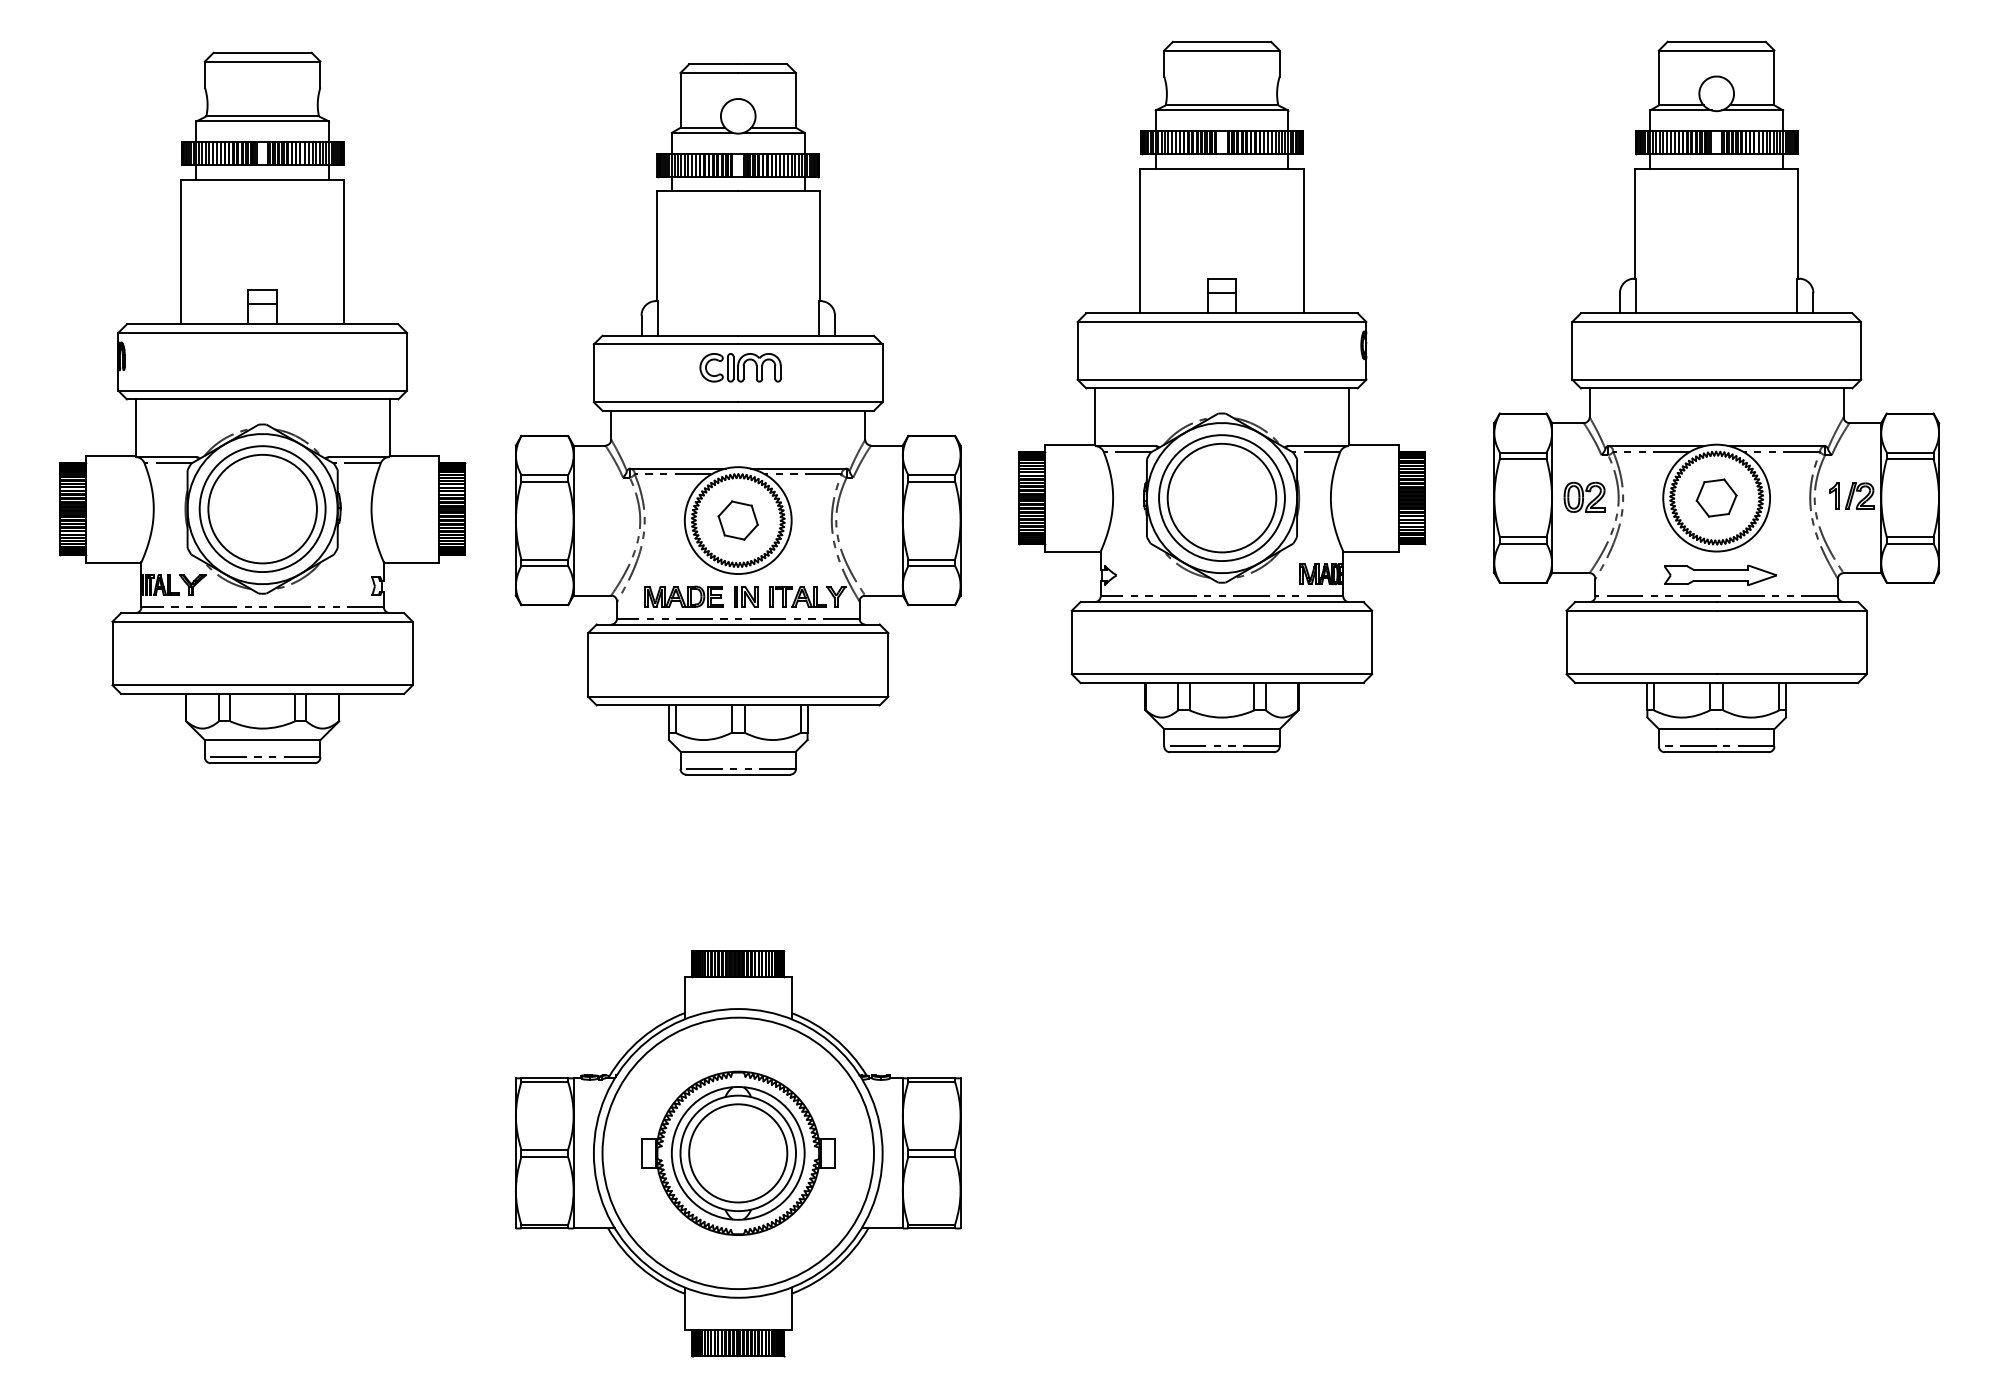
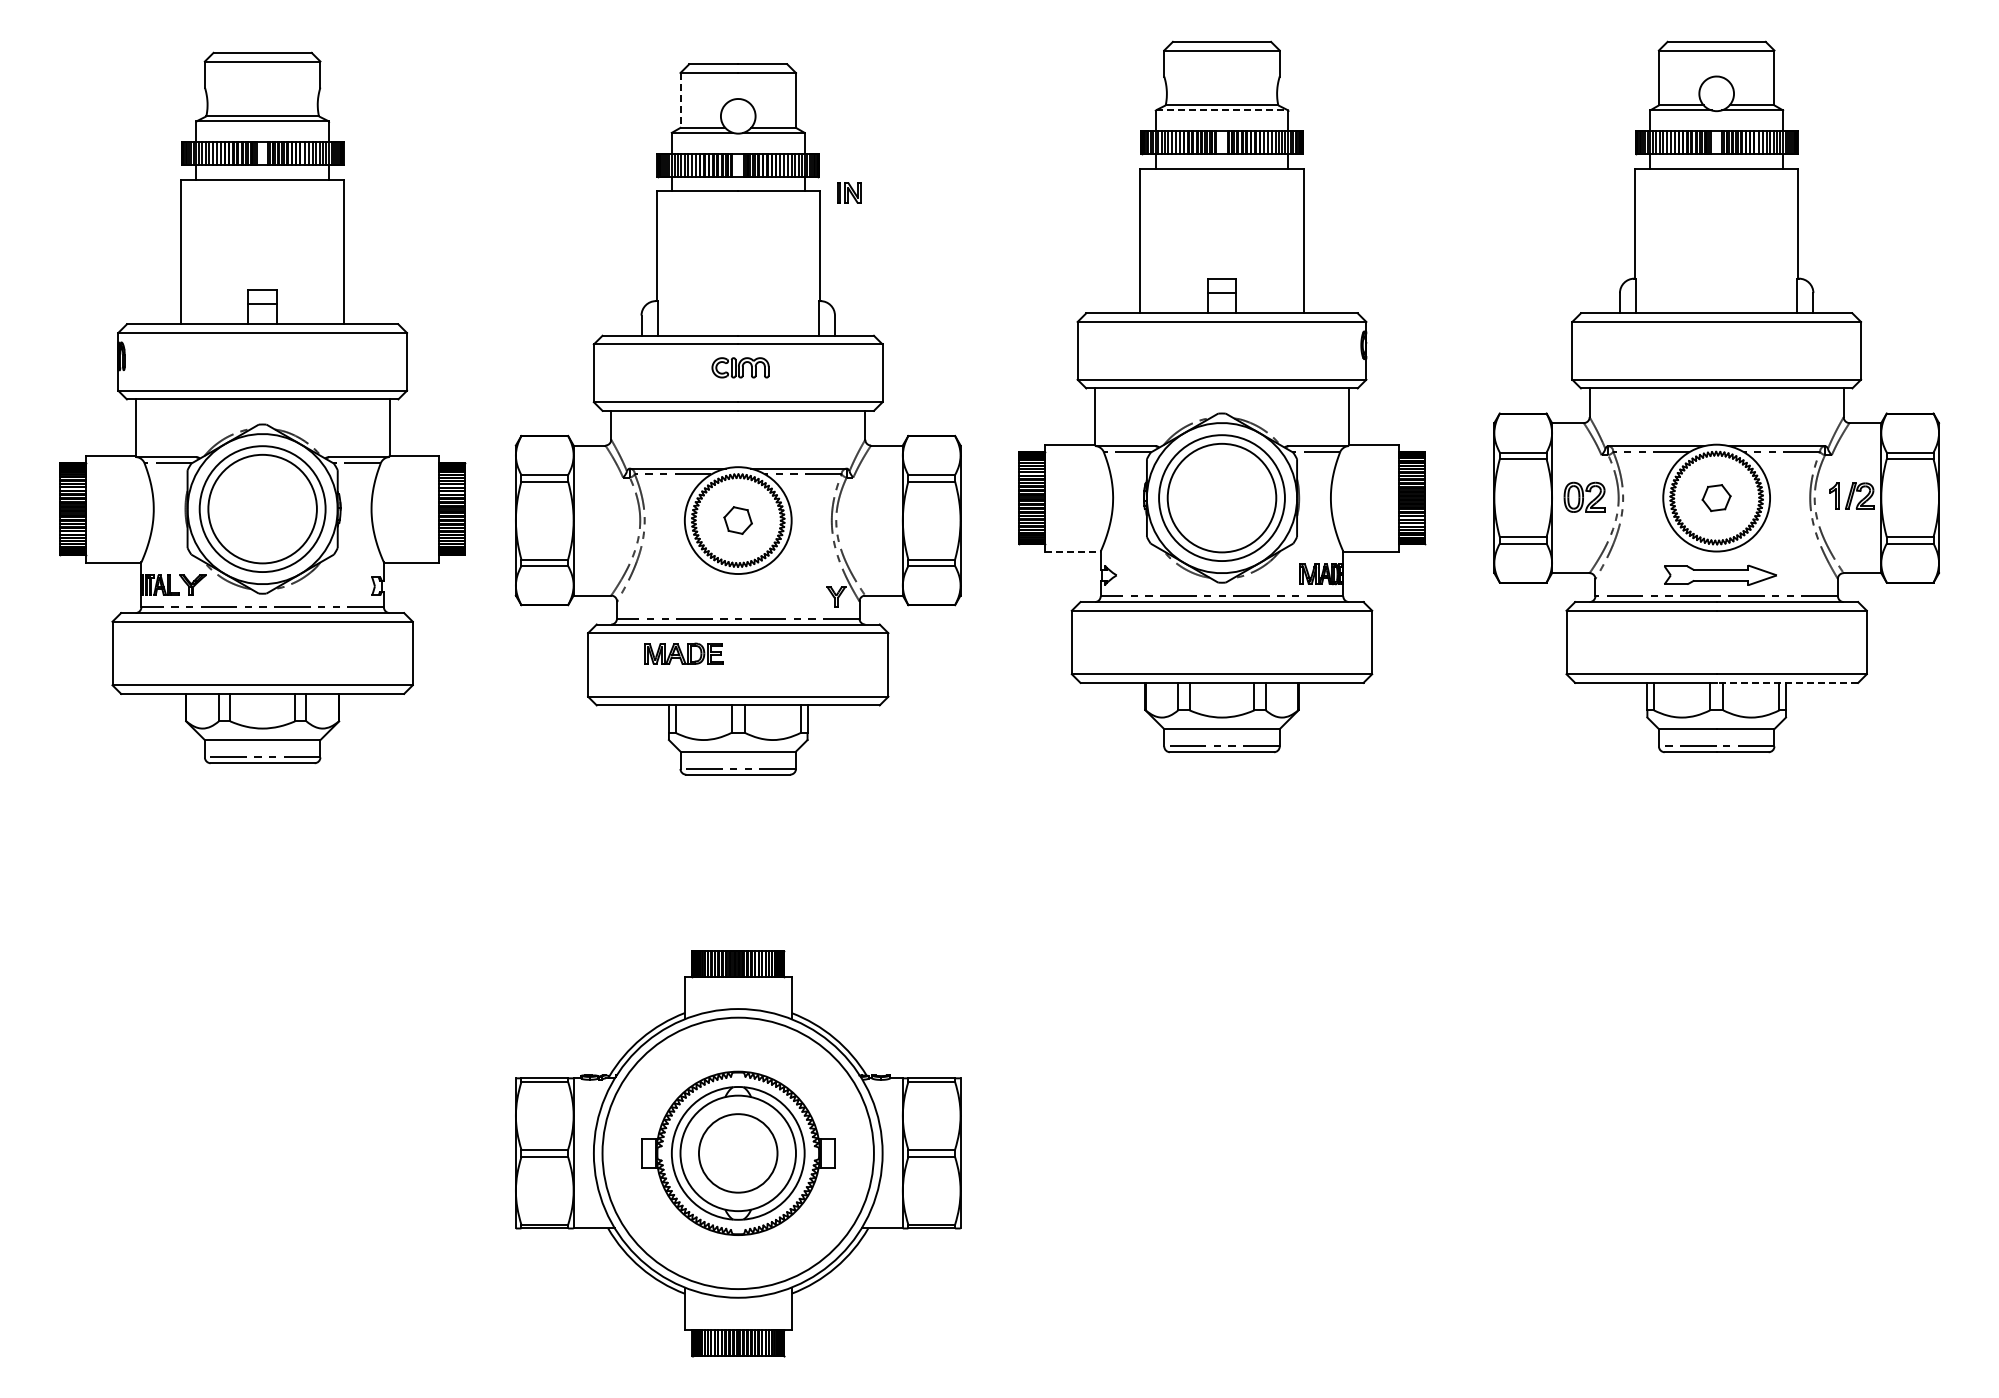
line at (680, 100): solid -> dashed
line at (1222, 110): solid -> dashed
part at (740, 367) size: 83x30 px -> 59x22 px
part at (1716, 497) size: 43x40 px -> 31x29 px
part at (737, 520) size: 42x41 px -> 30x29 px
line at (1073, 551): solid -> dashed
part at (683, 596) position: (683, 596) -> (683, 653)
part at (746, 596) position: (746, 596) -> (849, 192)
part at (797, 596): present -> none
line at (1787, 682): solid -> dashed
circle at (738, 1153) diameter: 98 px -> 79 px
